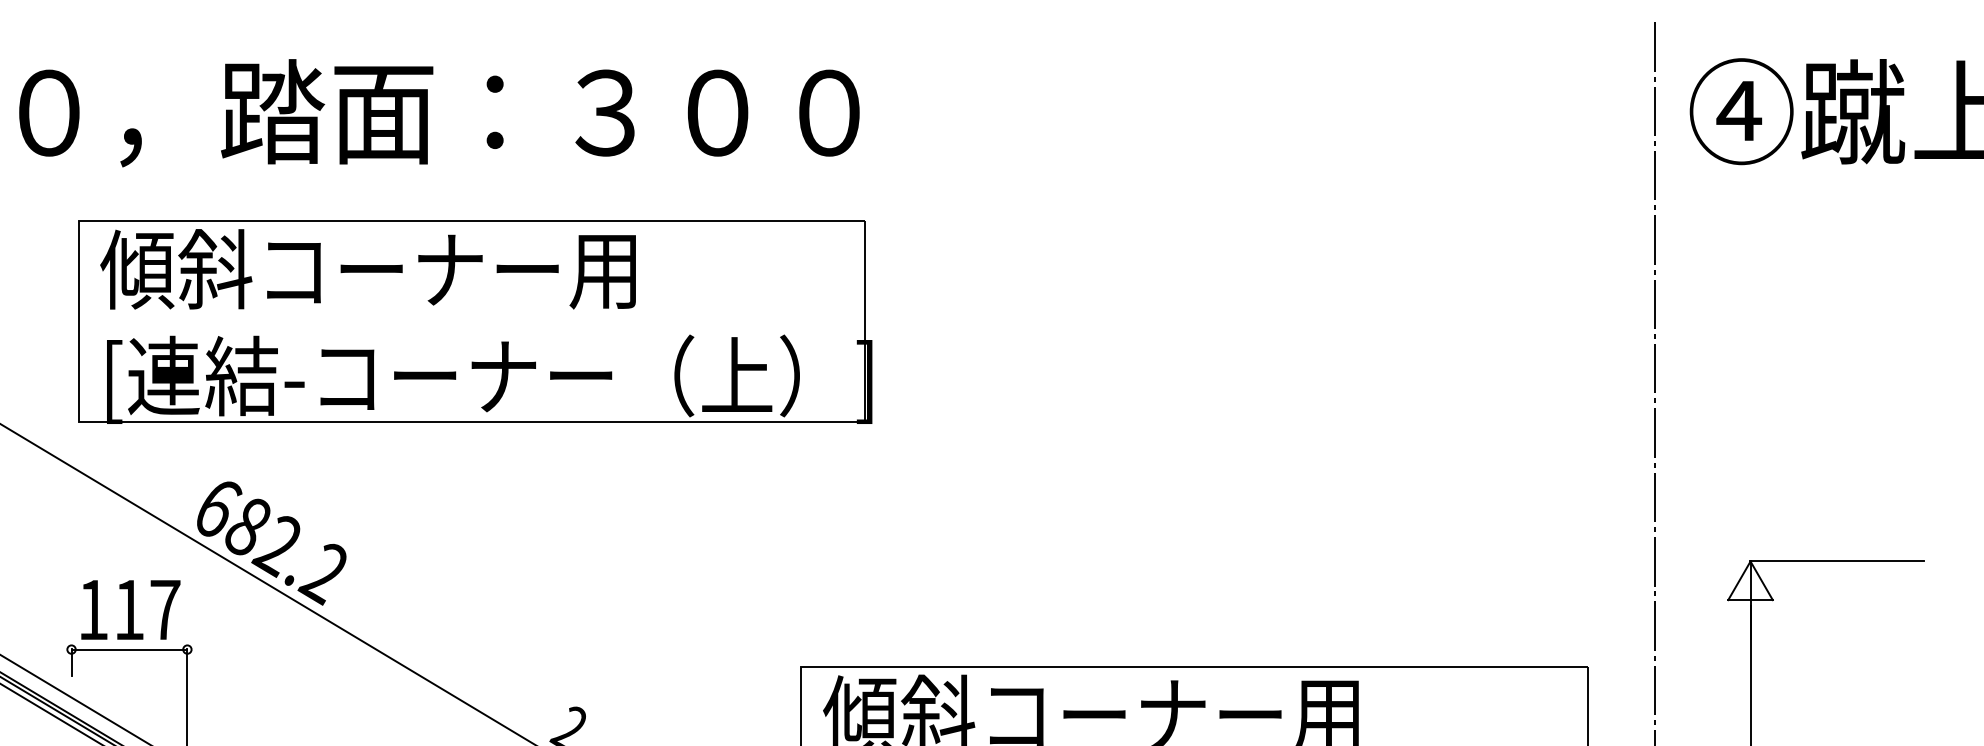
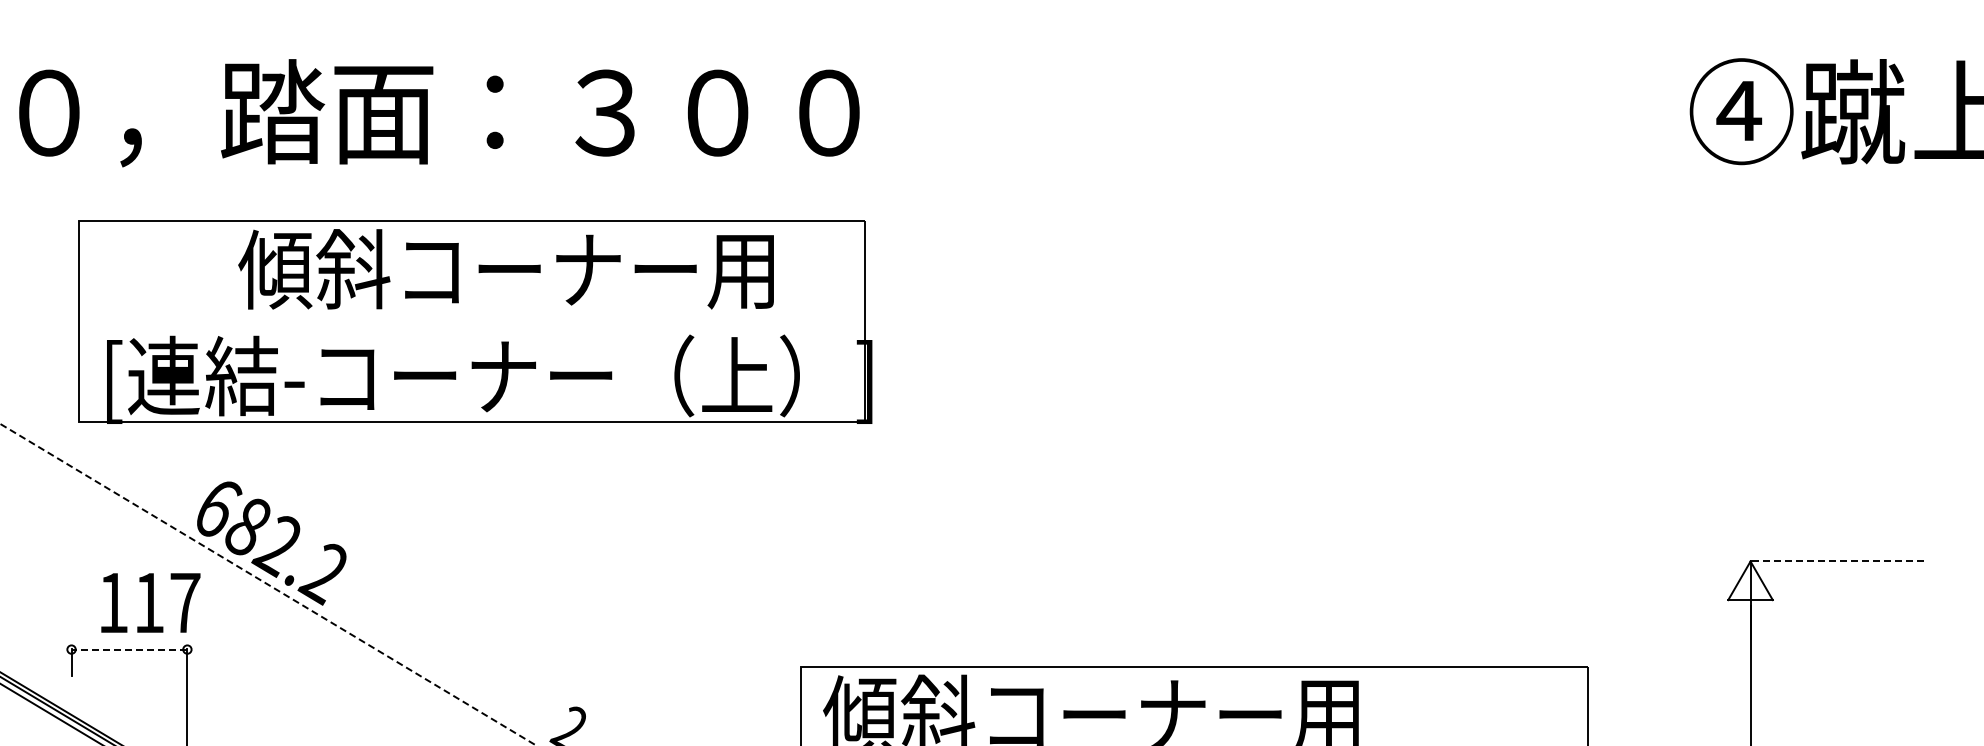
text at (367, 269) position: (367, 269) -> (505, 269)
line at (1654, 382): present -> none
line at (1836, 561): solid -> dashed
line at (268, 585): solid -> dashed
text at (130, 609) position: (130, 609) -> (150, 602)
line at (129, 649): solid -> dashed
line at (74, 699): present -> none
